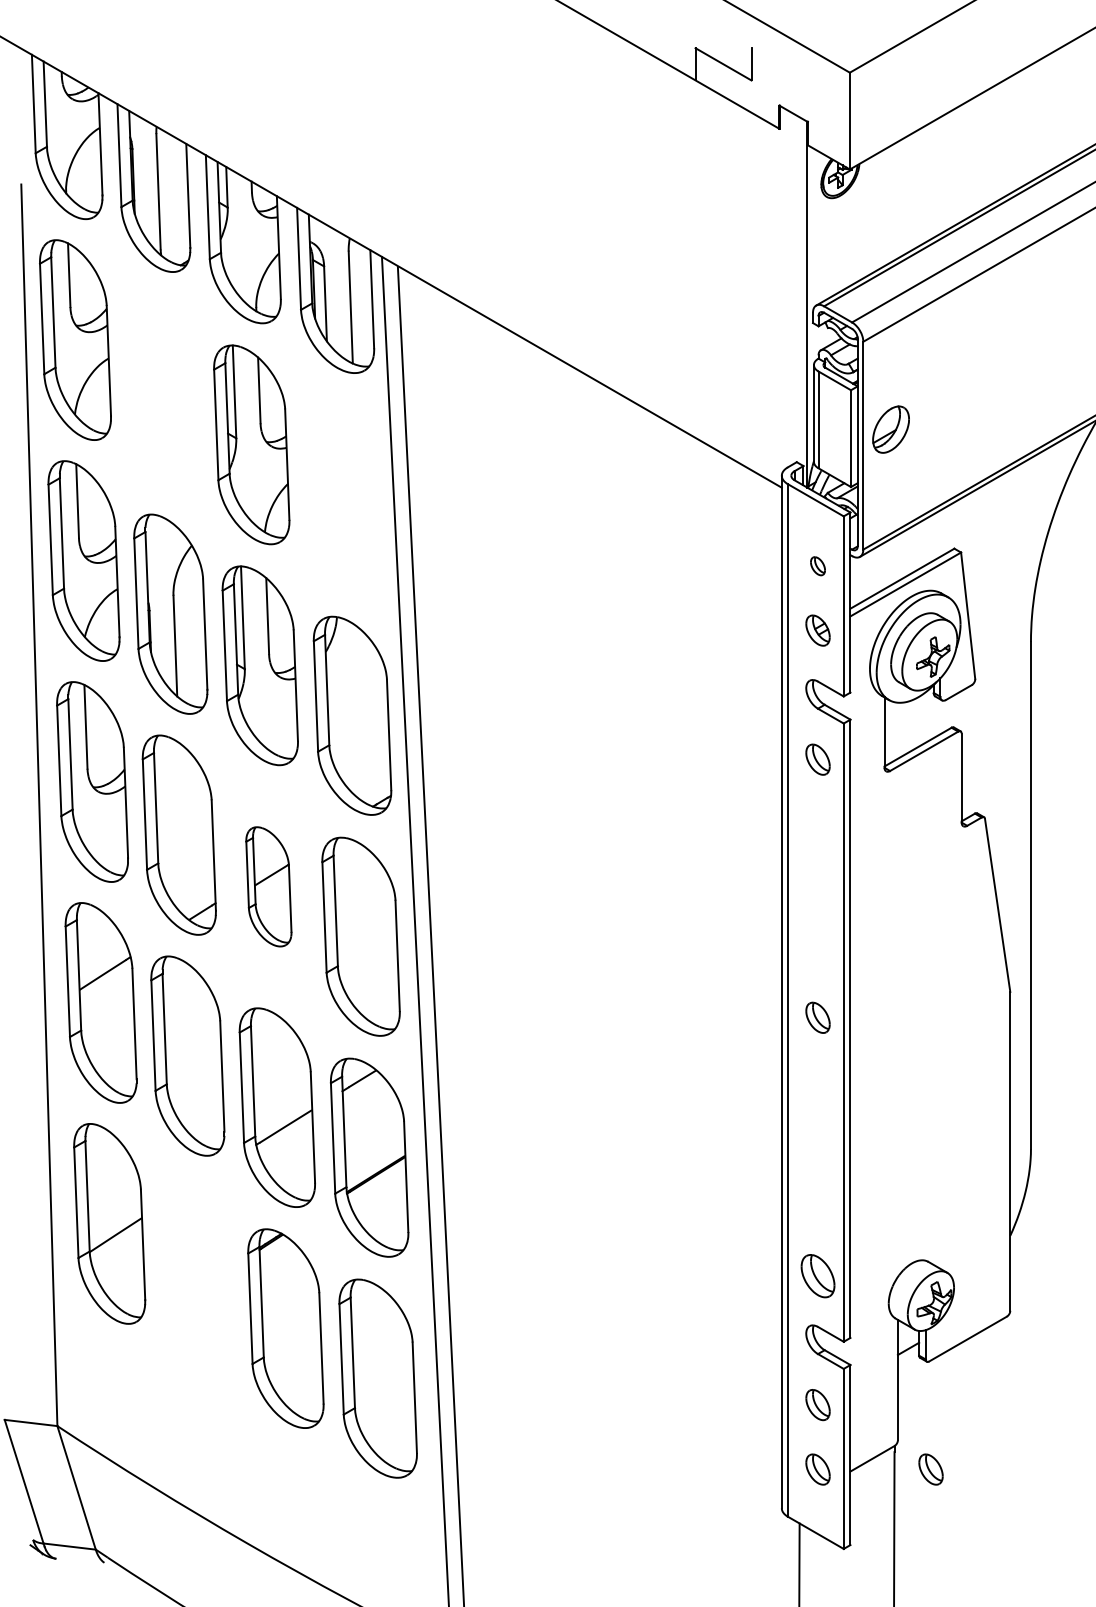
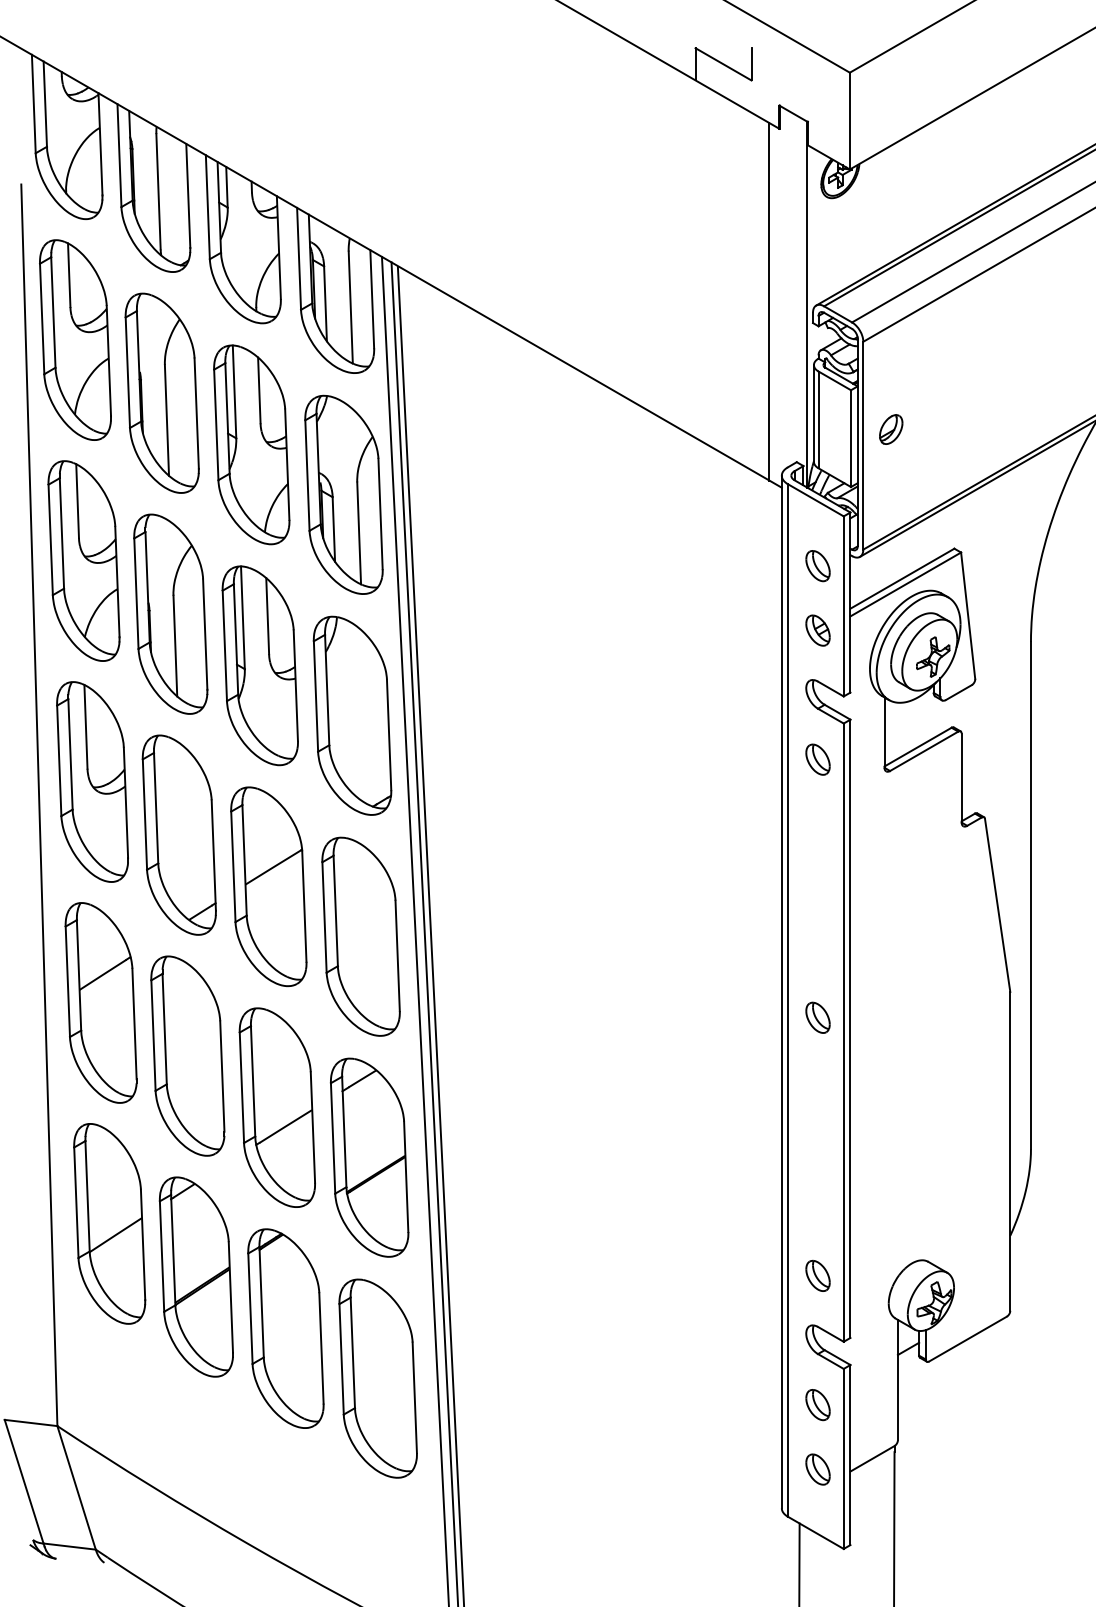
line at (769, 301): none -> present
part at (161, 392): none -> present
part at (890, 429) size: 38x49 px -> 25x31 px
part at (343, 494): none -> present
part at (817, 566) size: 16x21 px -> 26x33 px
part at (268, 886) size: 48x122 px -> 78x202 px
line at (424, 932): none -> present
part at (195, 1276): none -> present
part at (817, 1276) size: 36x45 px -> 26x33 px
part at (930, 1469): present -> none
